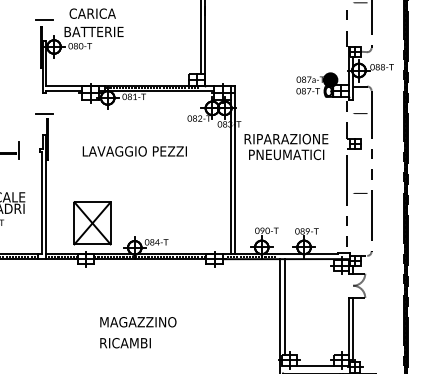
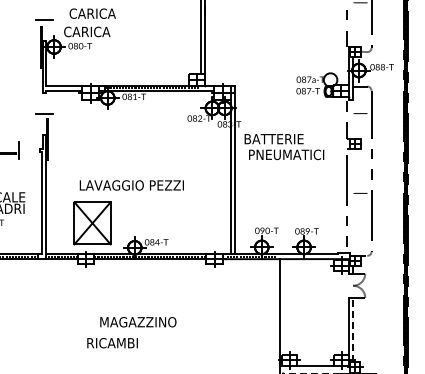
text at (93, 31): BATTERIE -> CARICA
fill at (330, 79): present -> none
text at (286, 138): RIPARAZIONE -> BATTERIE
text at (134, 151) position: (134, 151) -> (131, 185)
line at (284, 306): present -> none
line at (353, 329): solid -> dashed
text at (125, 343) position: (125, 343) -> (112, 343)
line at (310, 373): solid -> dashed
